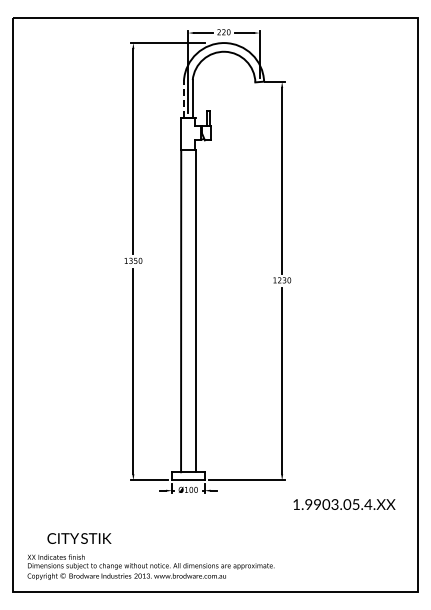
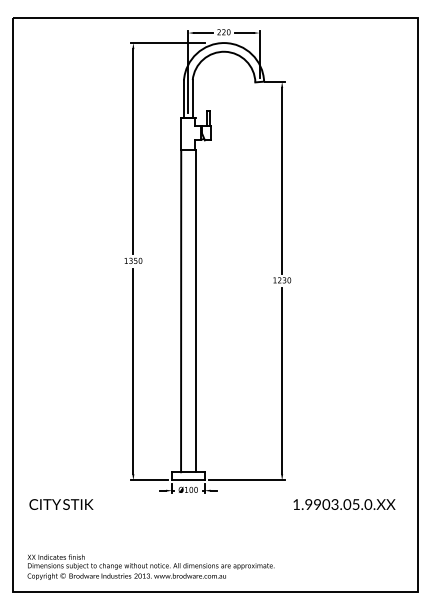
line at (183, 98): dashed -> solid
text at (368, 504): 1.9903.05.4.XX -> 1.9903.05.0.XX
text at (79, 538) position: (79, 538) -> (61, 504)
